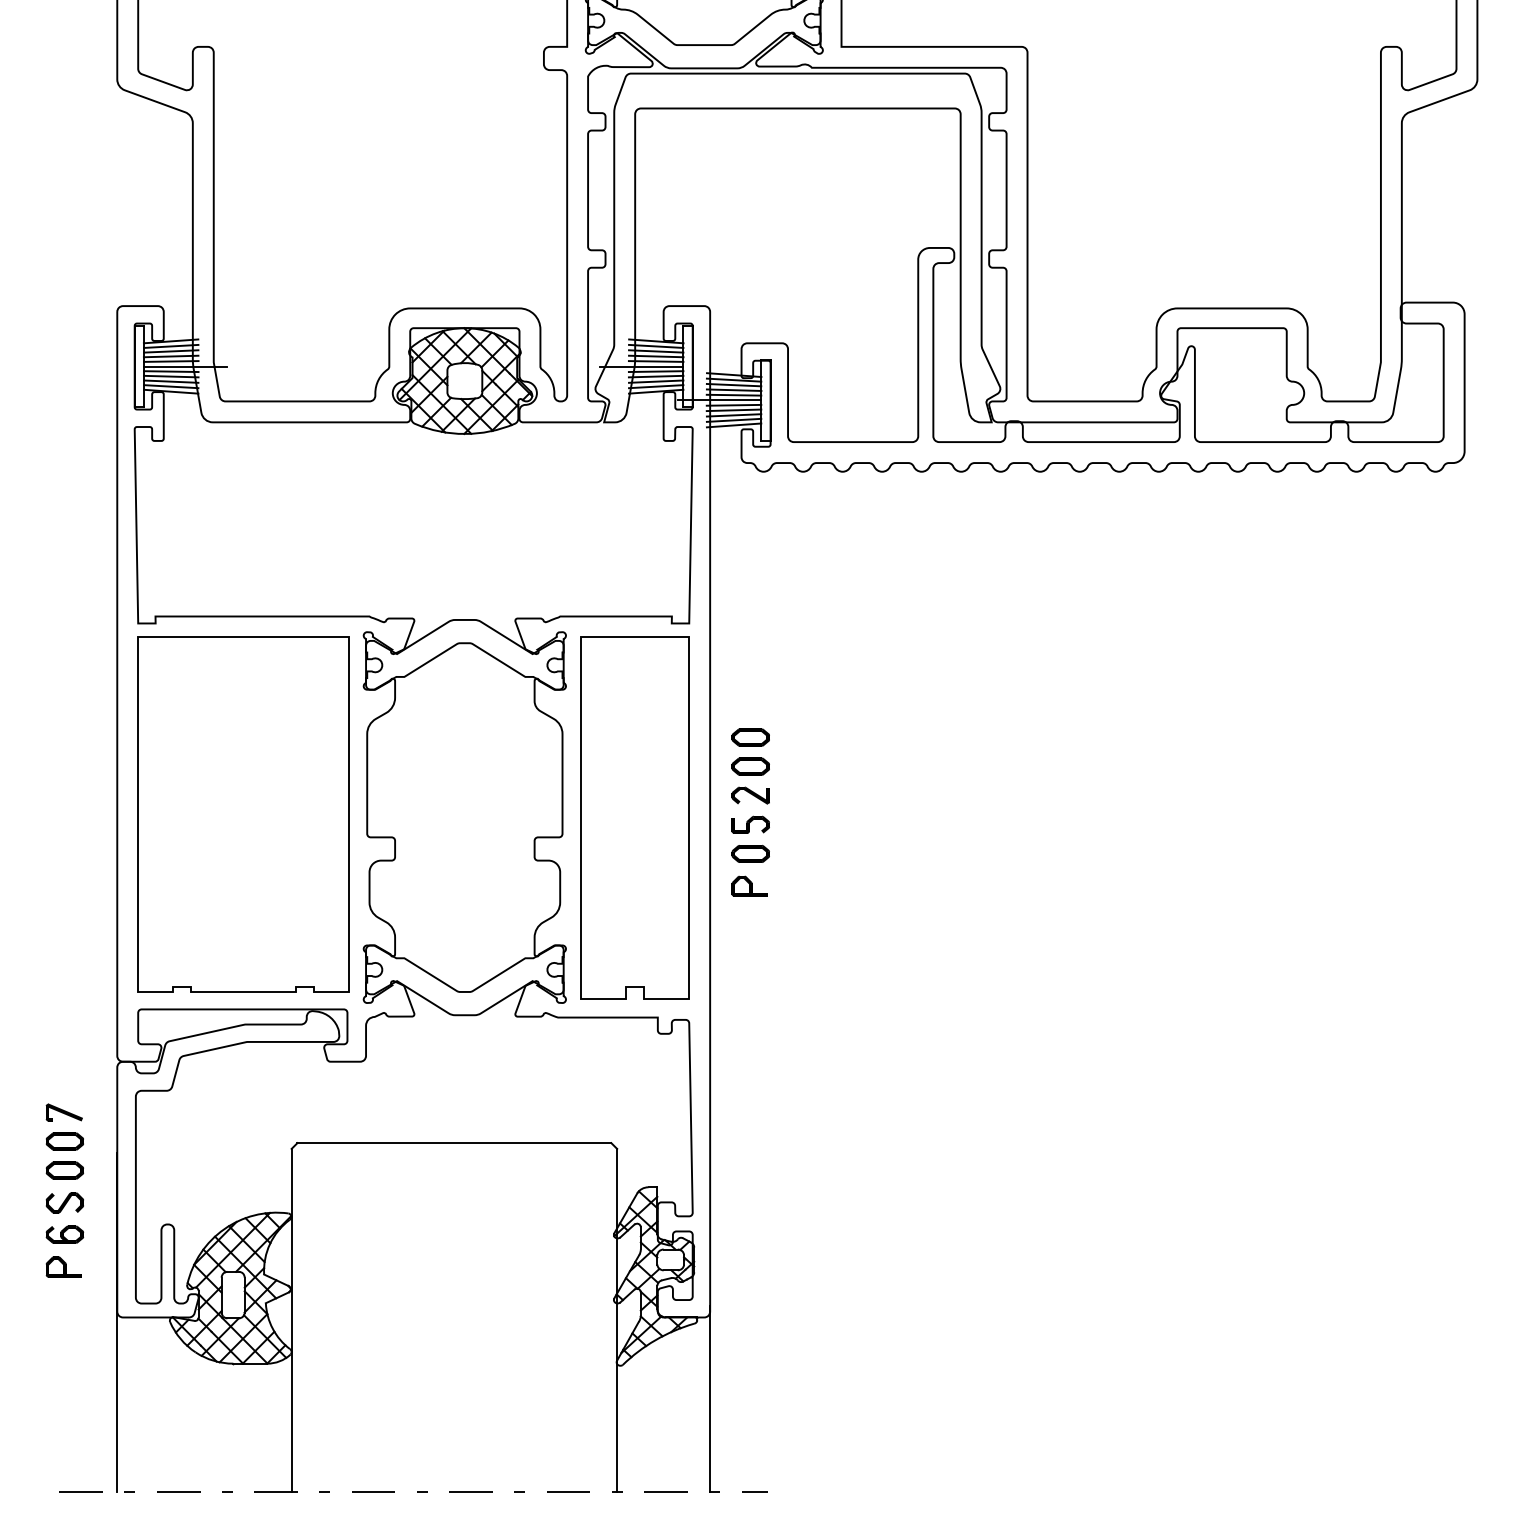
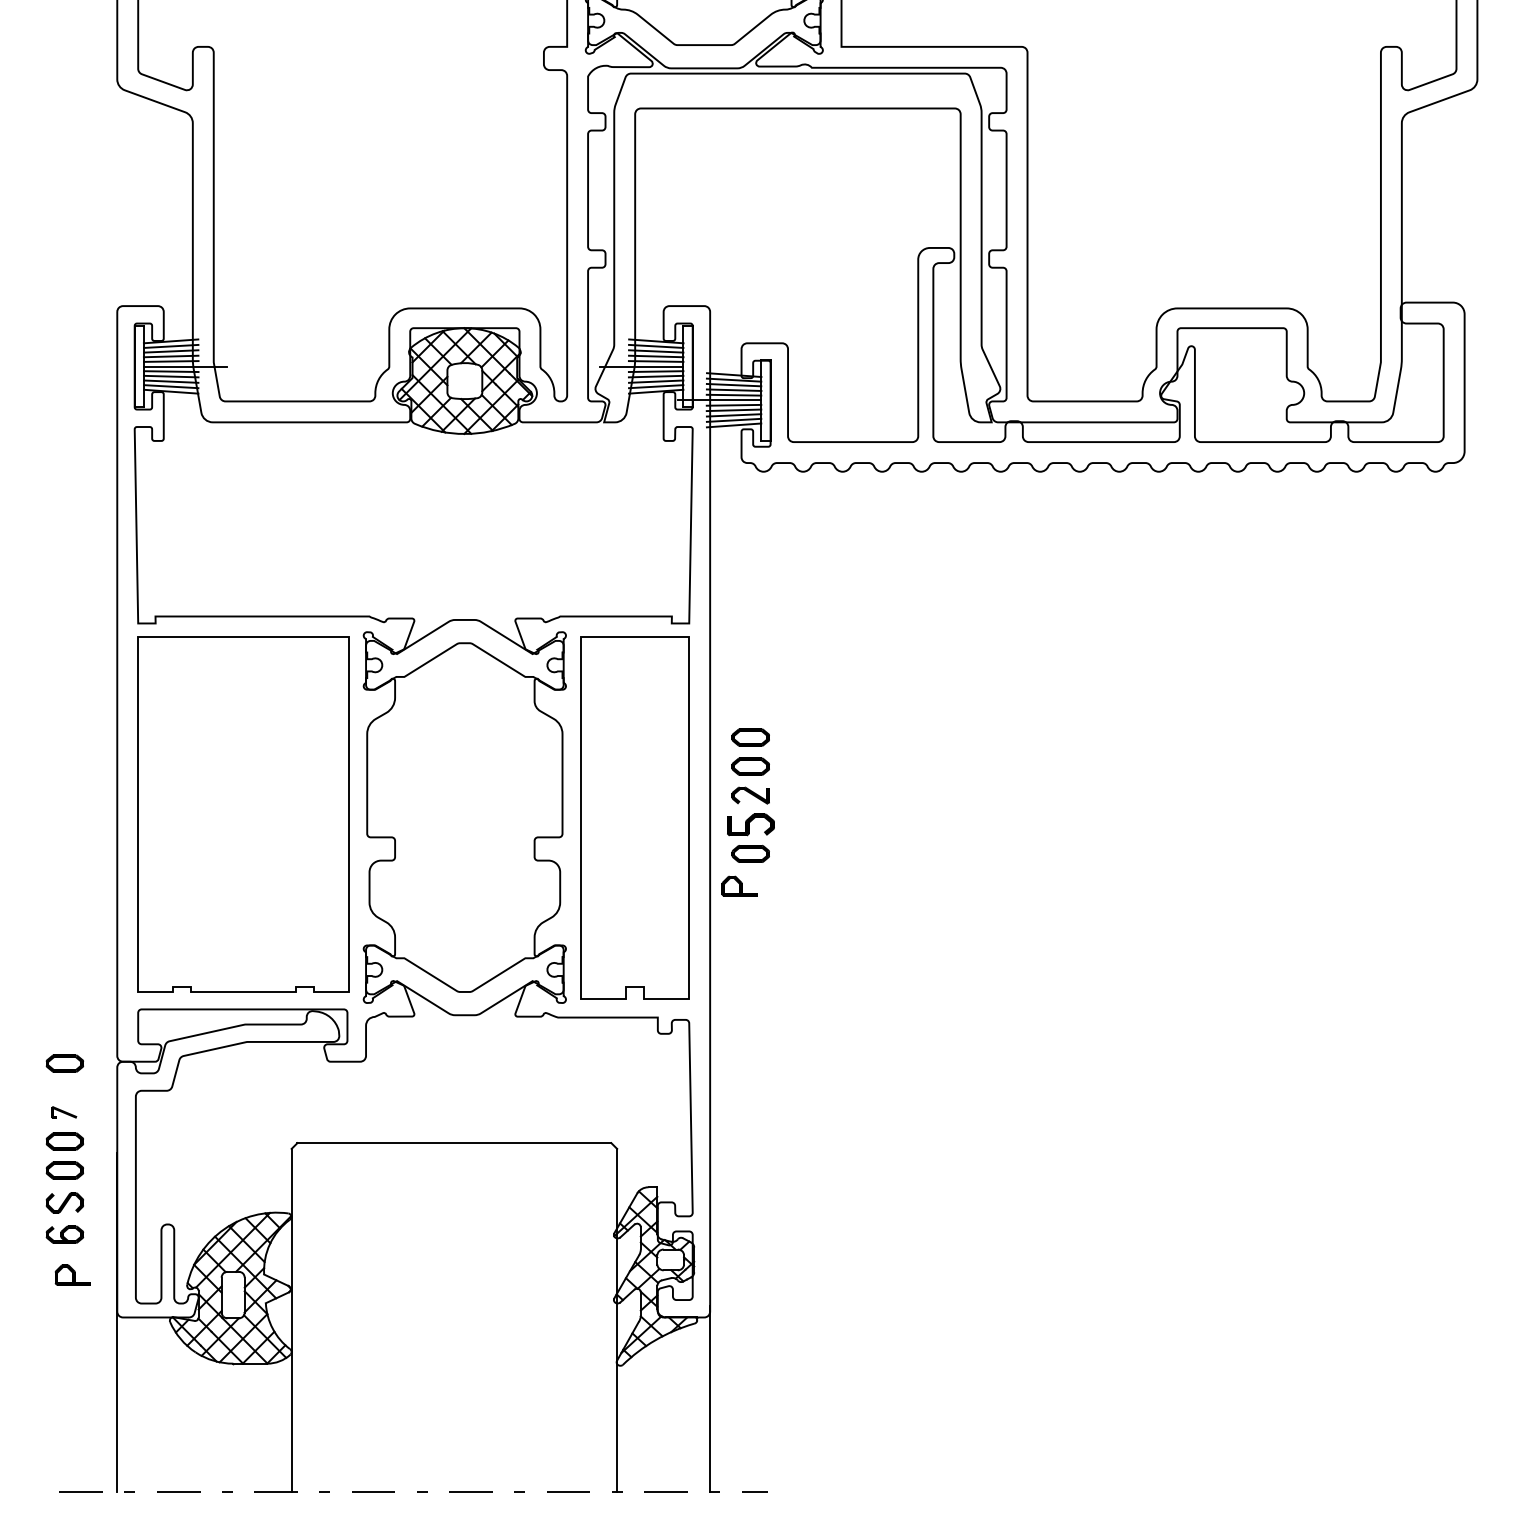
part at (750, 824) size: 39x19 px -> 48x24 px
part at (749, 885) position: (749, 885) -> (739, 885)
part at (64, 1063): none -> present
part at (63, 1112) size: 38x19 px -> 27x13 px
part at (63, 1266) position: (63, 1266) -> (72, 1274)
